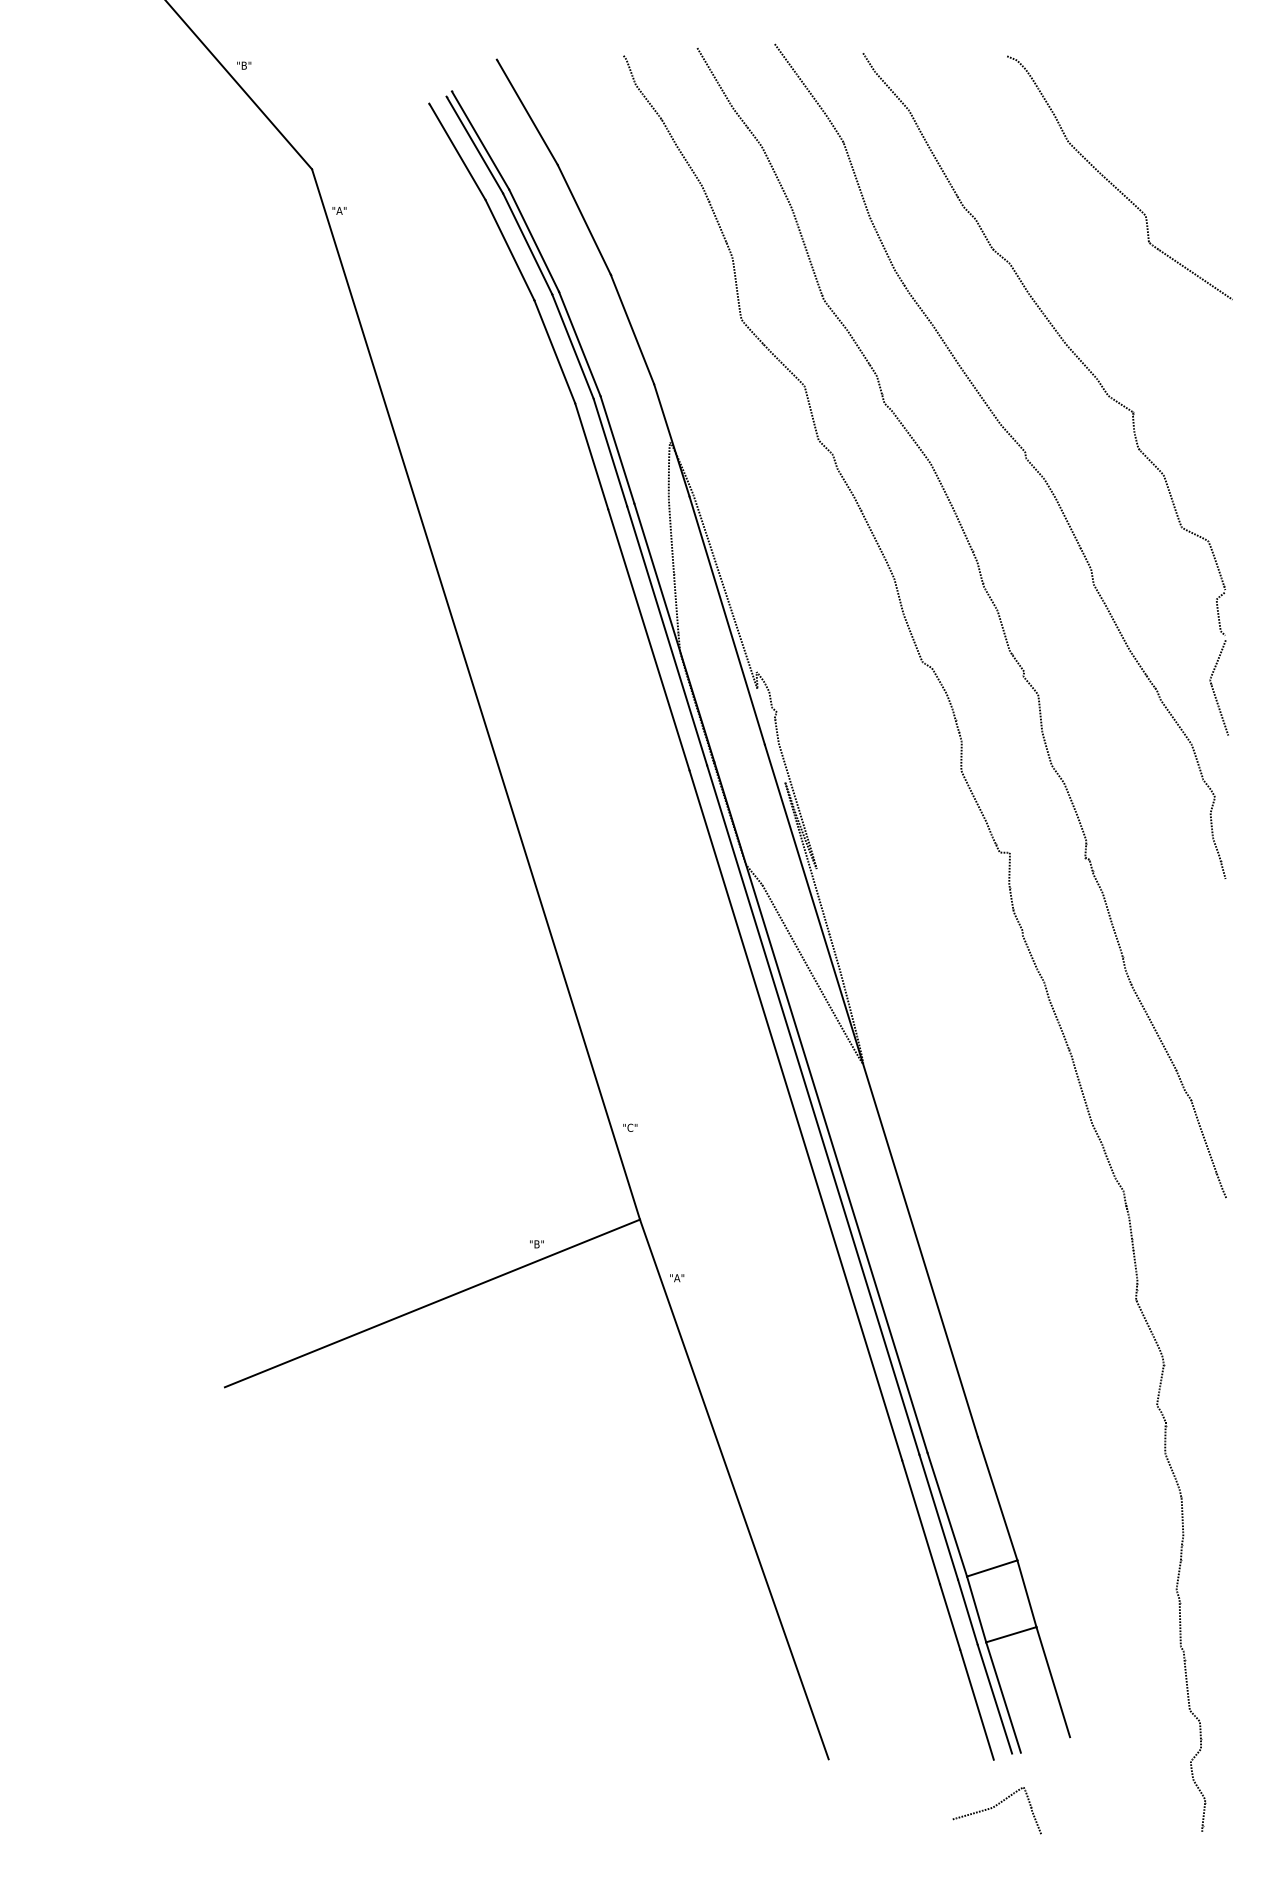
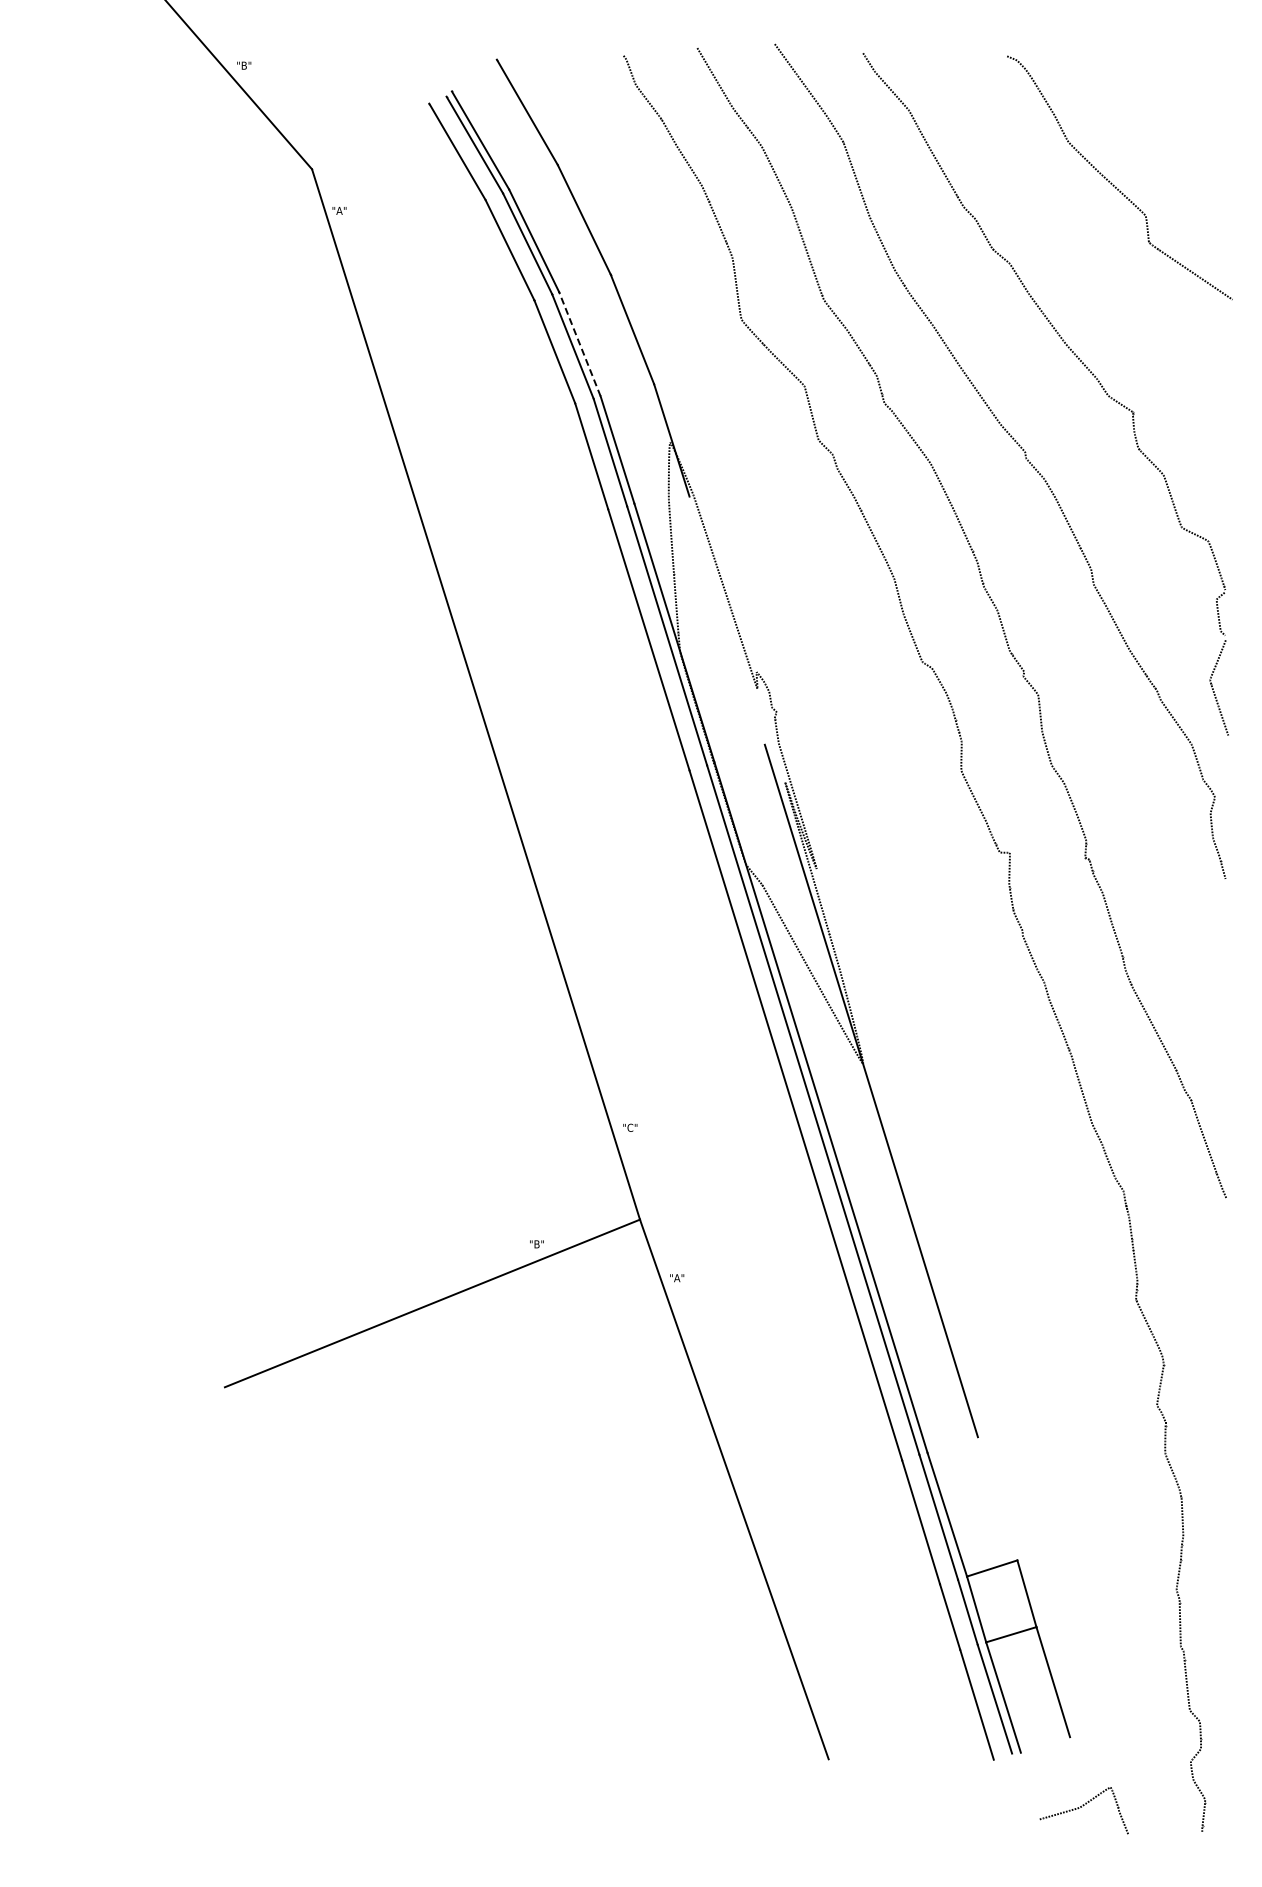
line at (579, 343): solid -> dashed
line at (726, 620): present -> none
line at (997, 1498): present -> none
curve at (994, 1807) position: (994, 1807) -> (1081, 1807)
